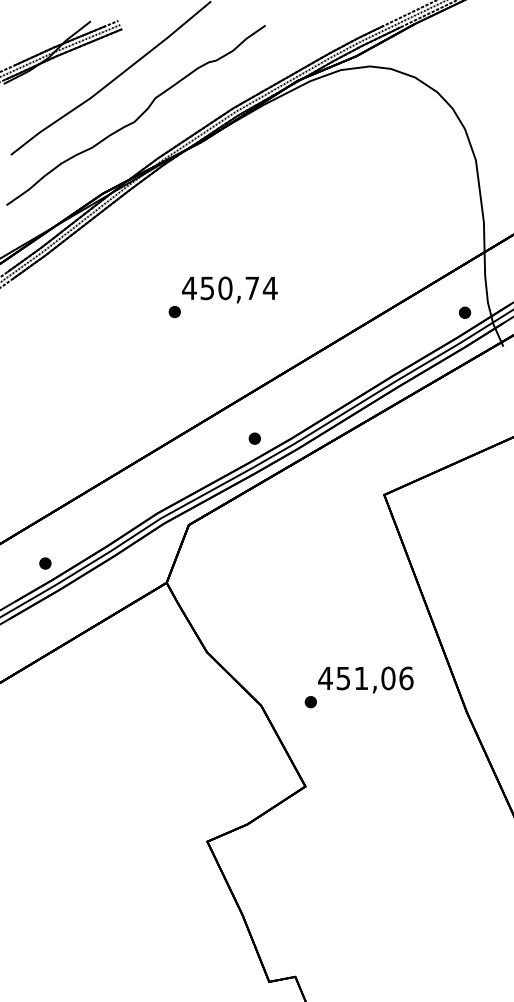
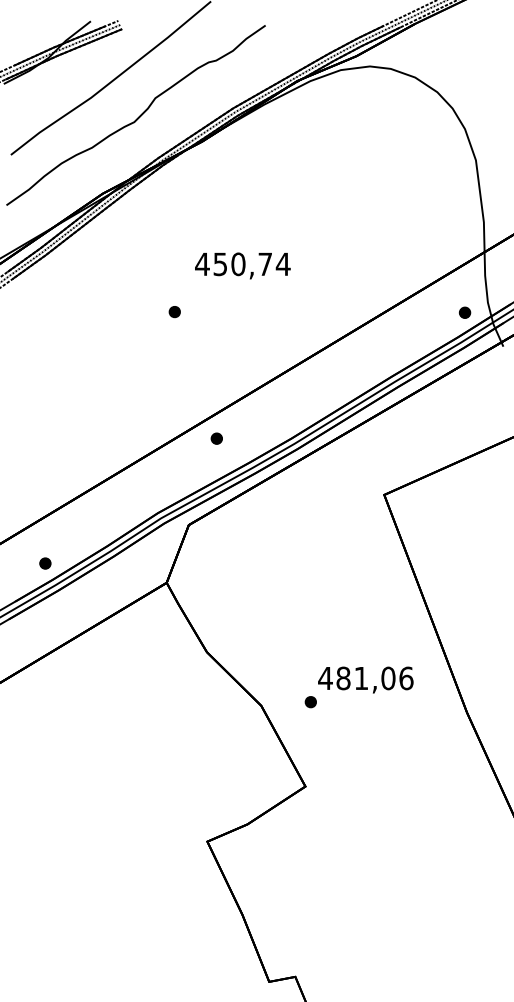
text at (229, 289) position: (229, 289) -> (242, 265)
part at (254, 438) position: (254, 438) -> (216, 438)
text at (343, 678): 451,06 -> 481,06
